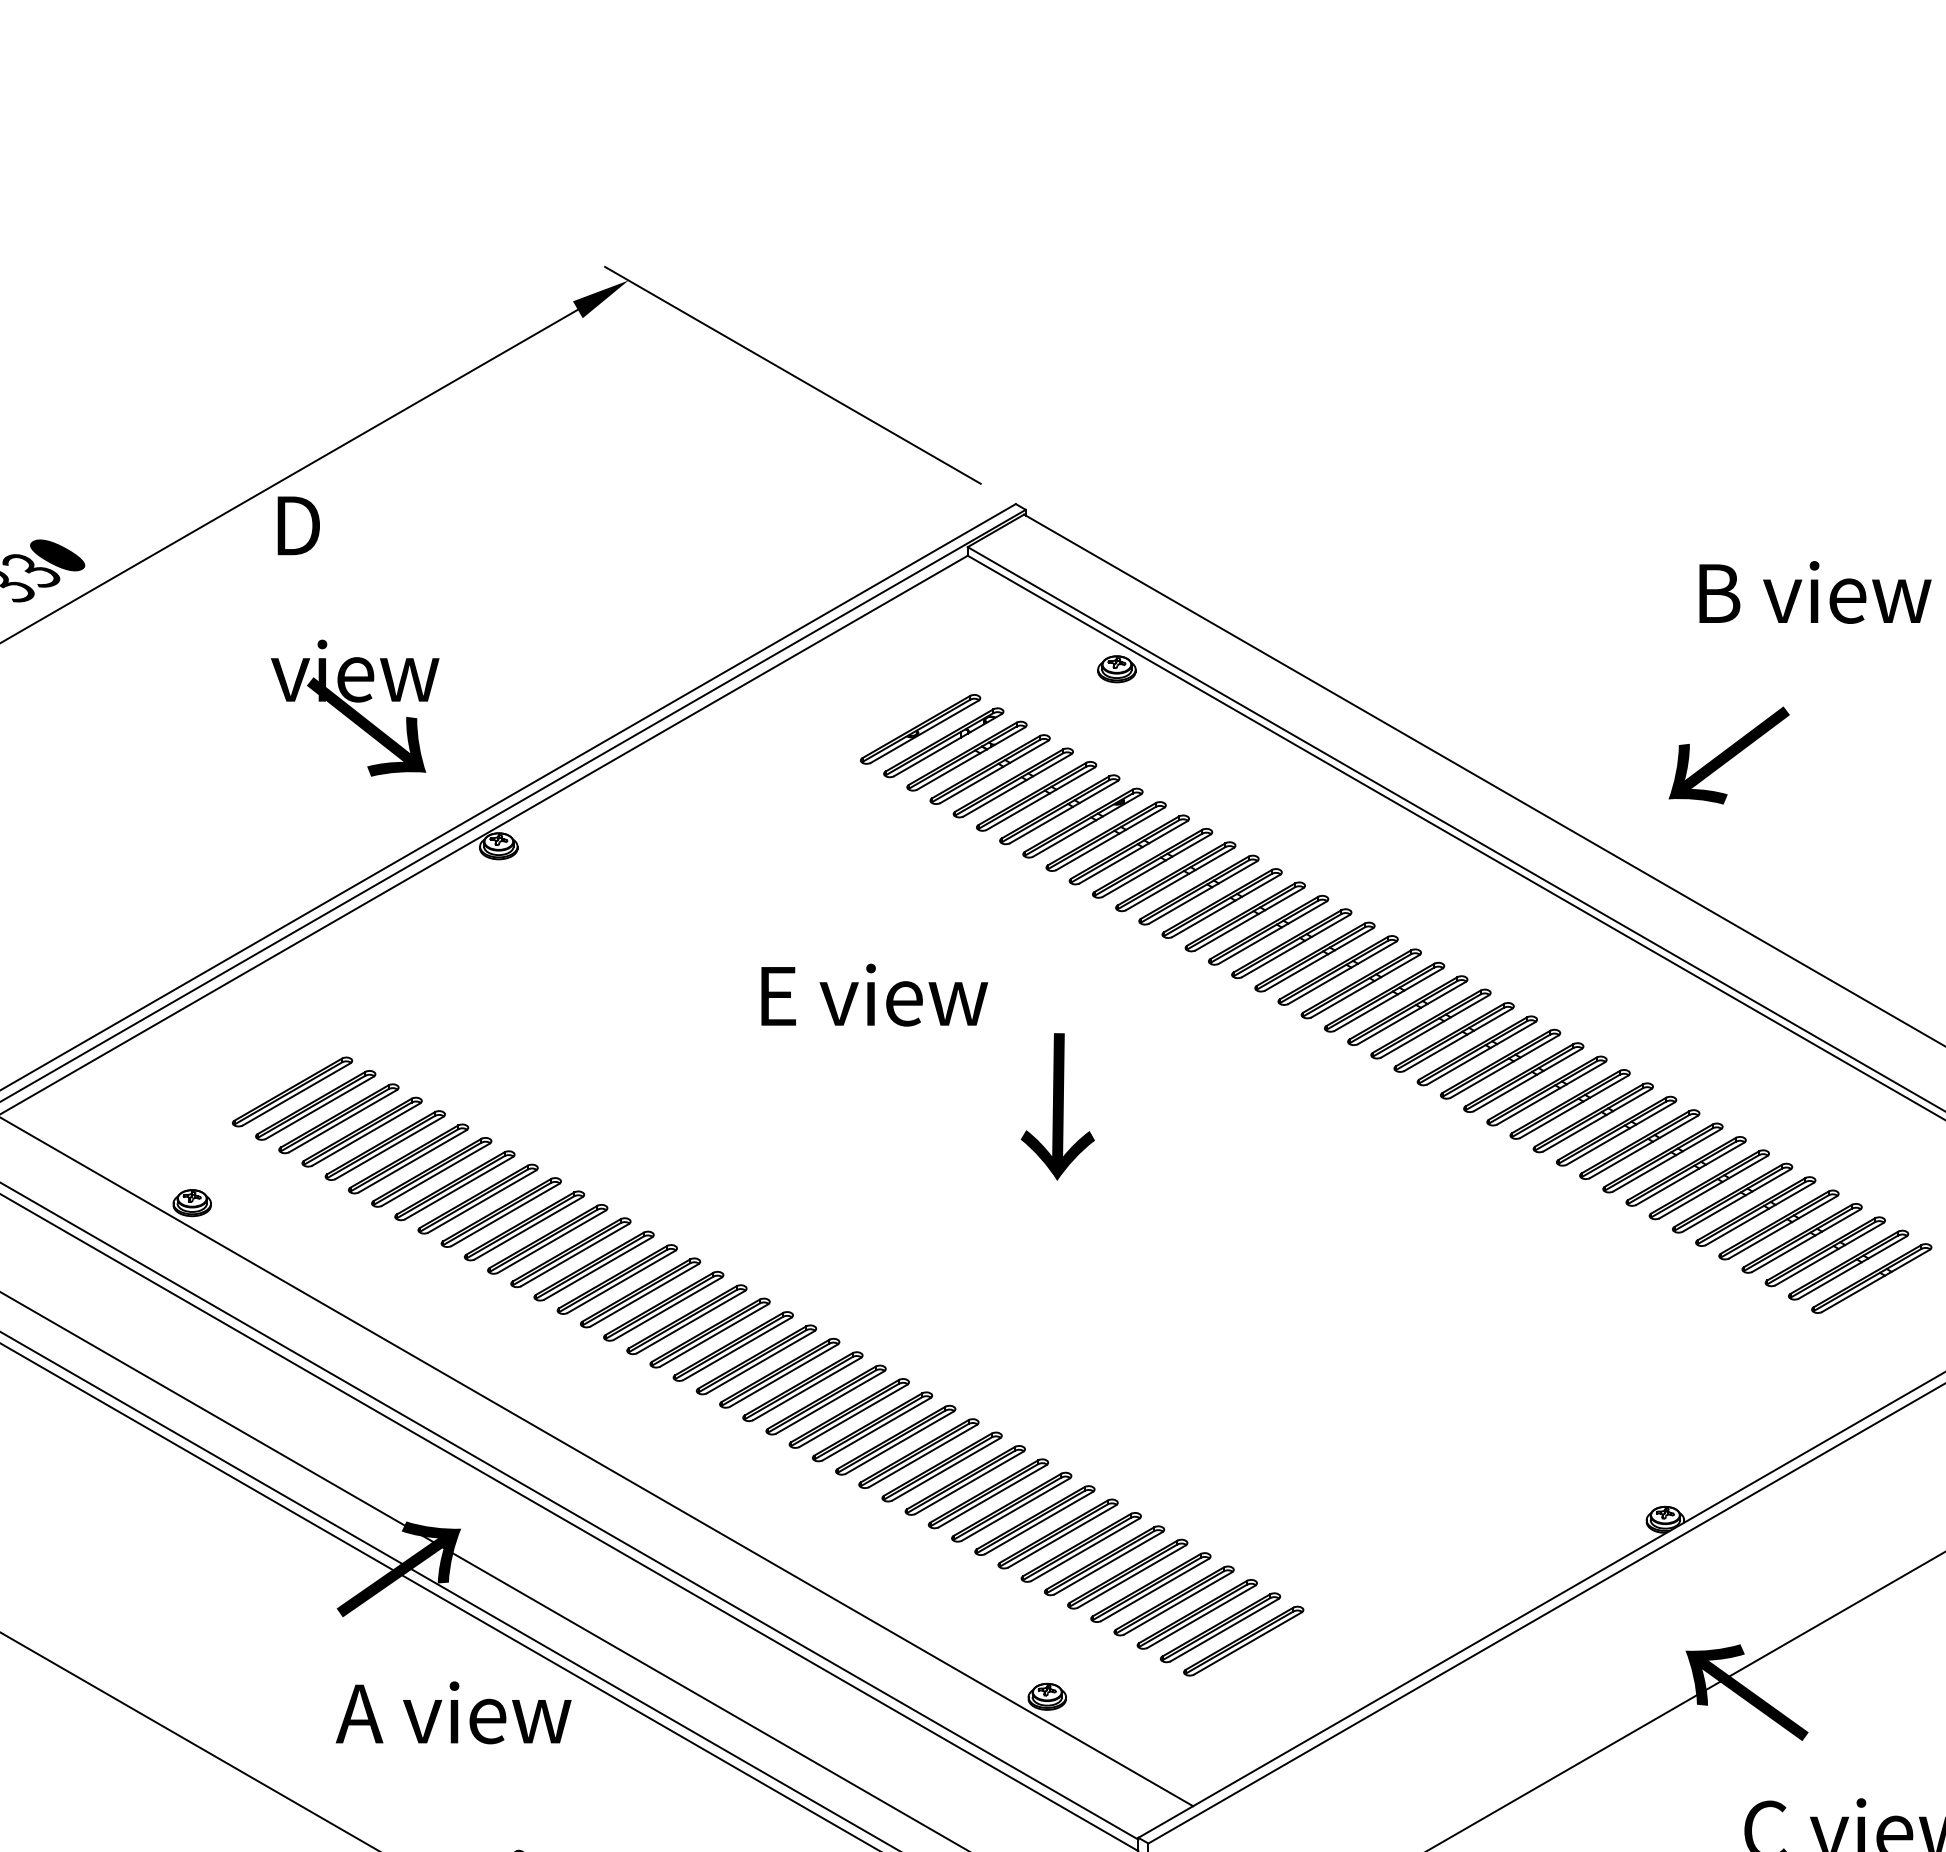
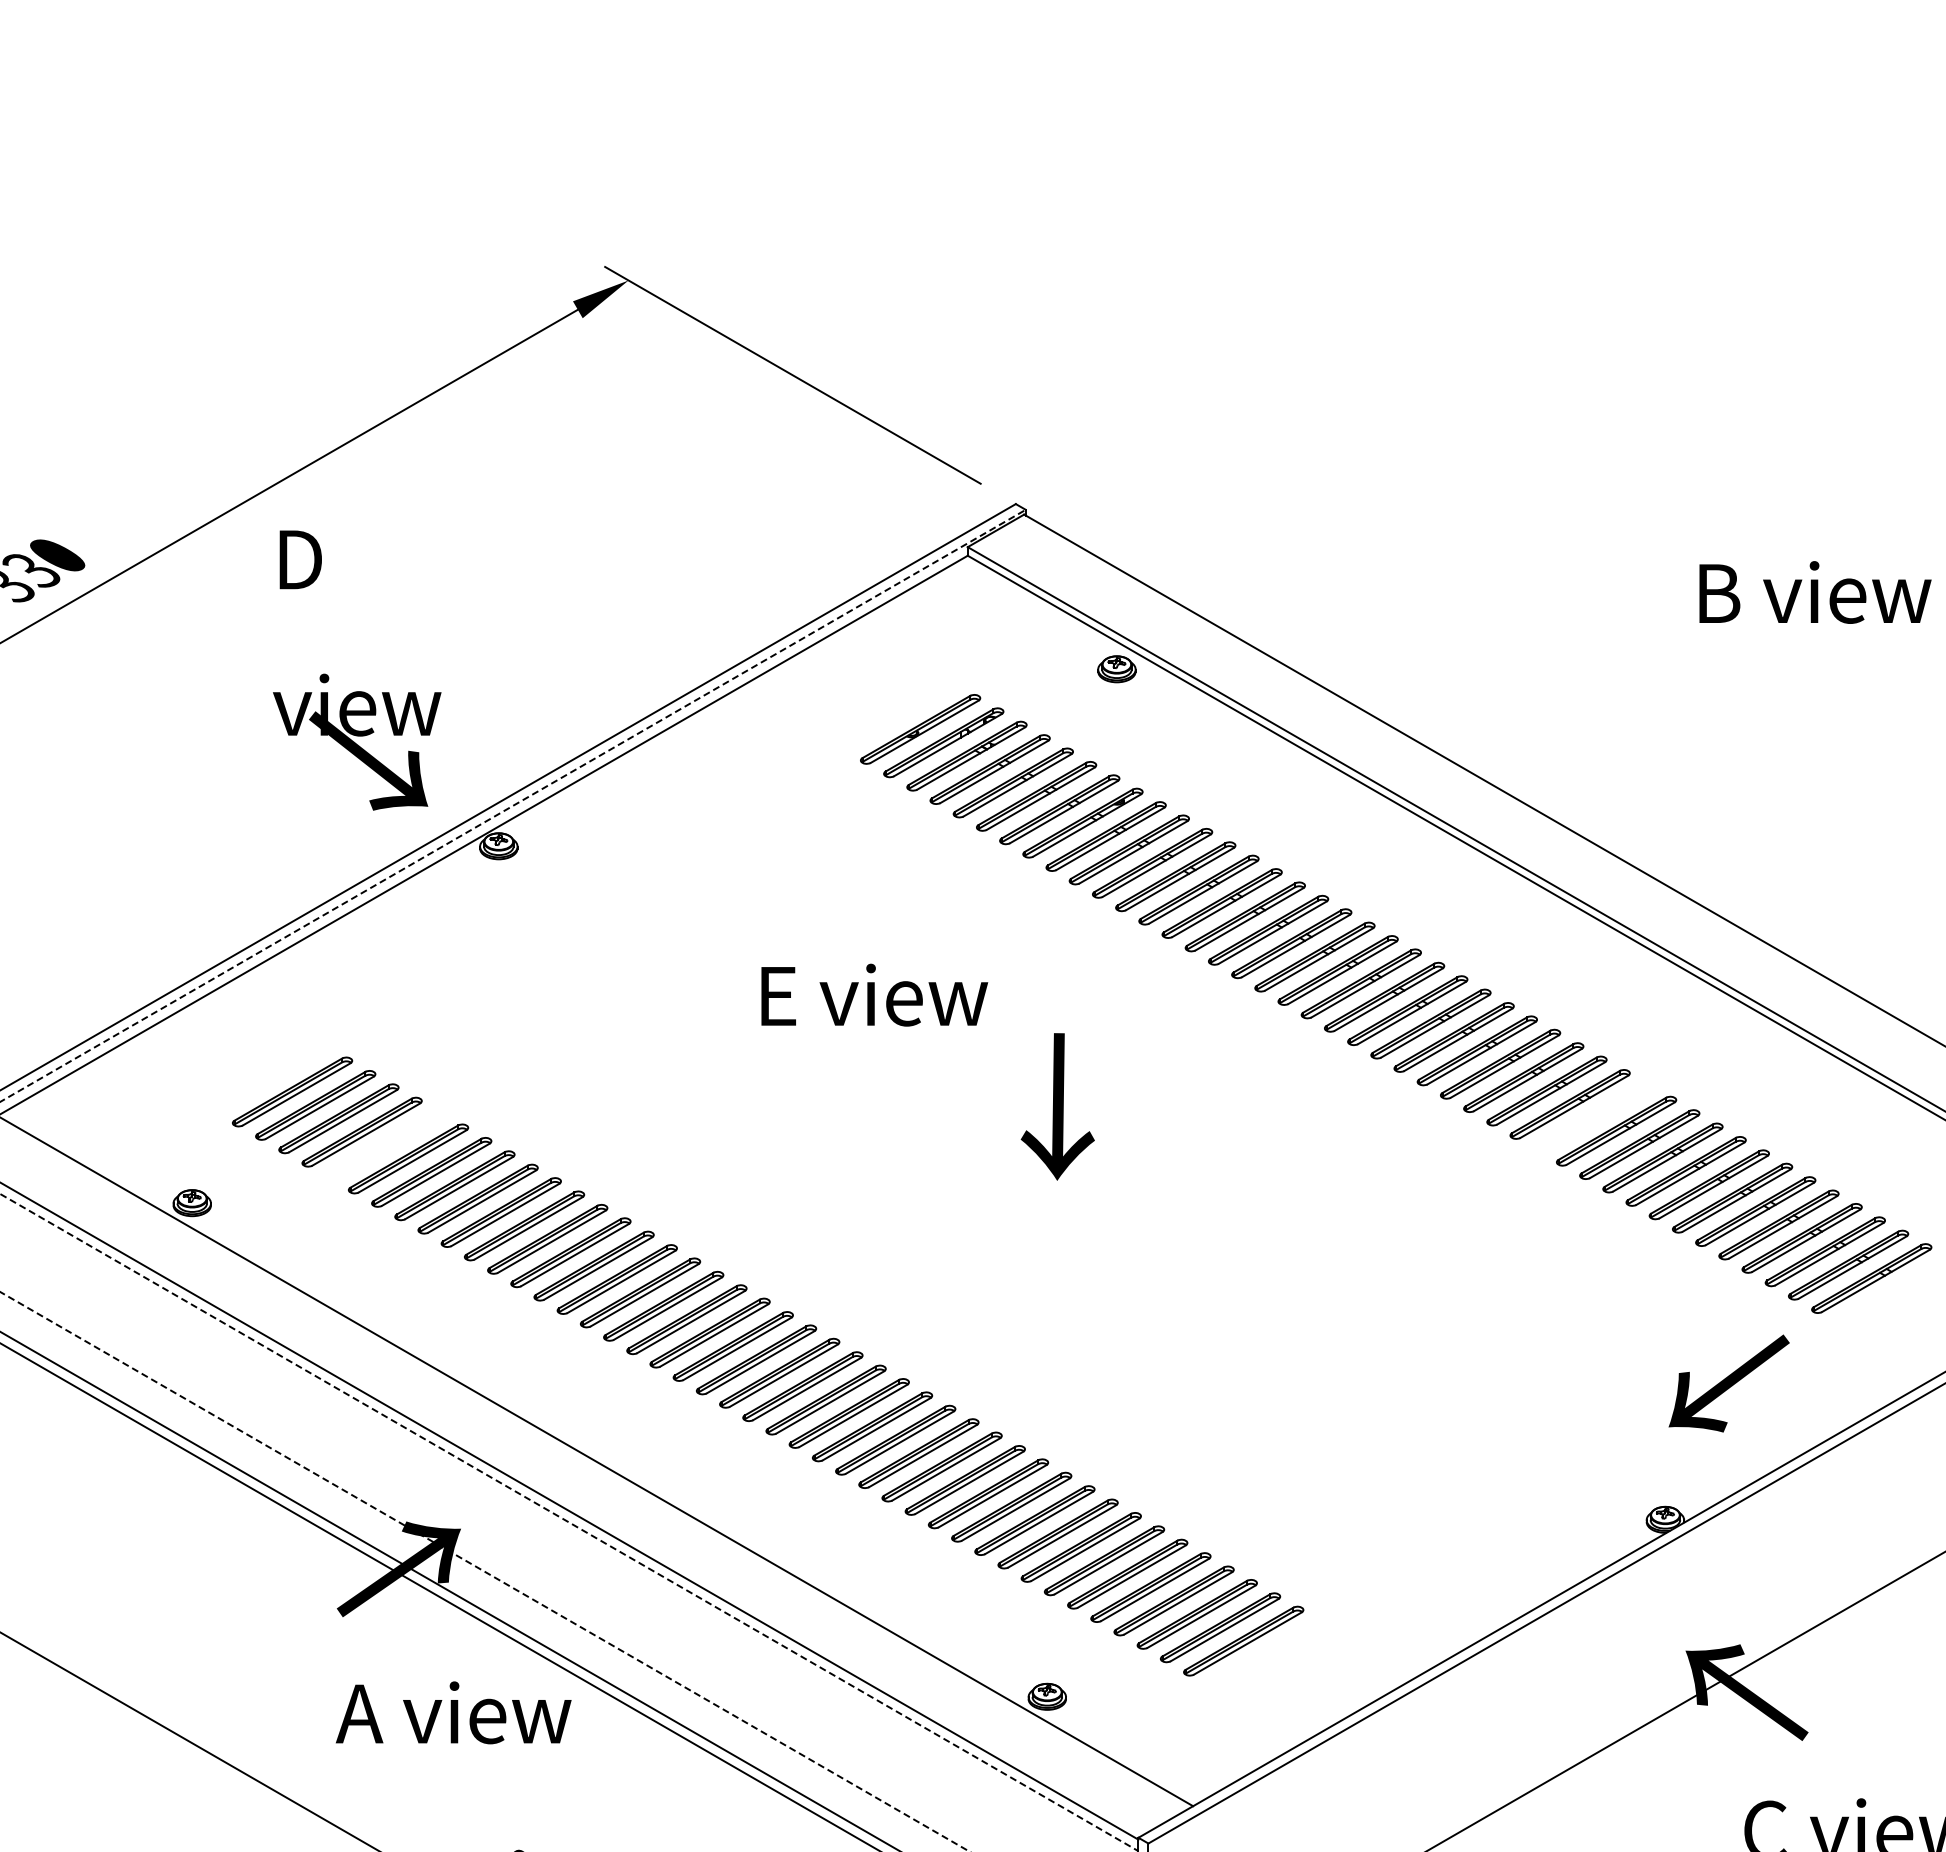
text at (355, 636) position: (355, 636) -> (357, 670)
text at (1728, 755) position: (1728, 755) -> (1728, 1383)
line at (513, 805): solid -> dashed
part at (1592, 1117): present -> none
part at (384, 1145): present -> none
line at (569, 1522): solid -> dashed
line at (484, 1571): solid -> dashed
